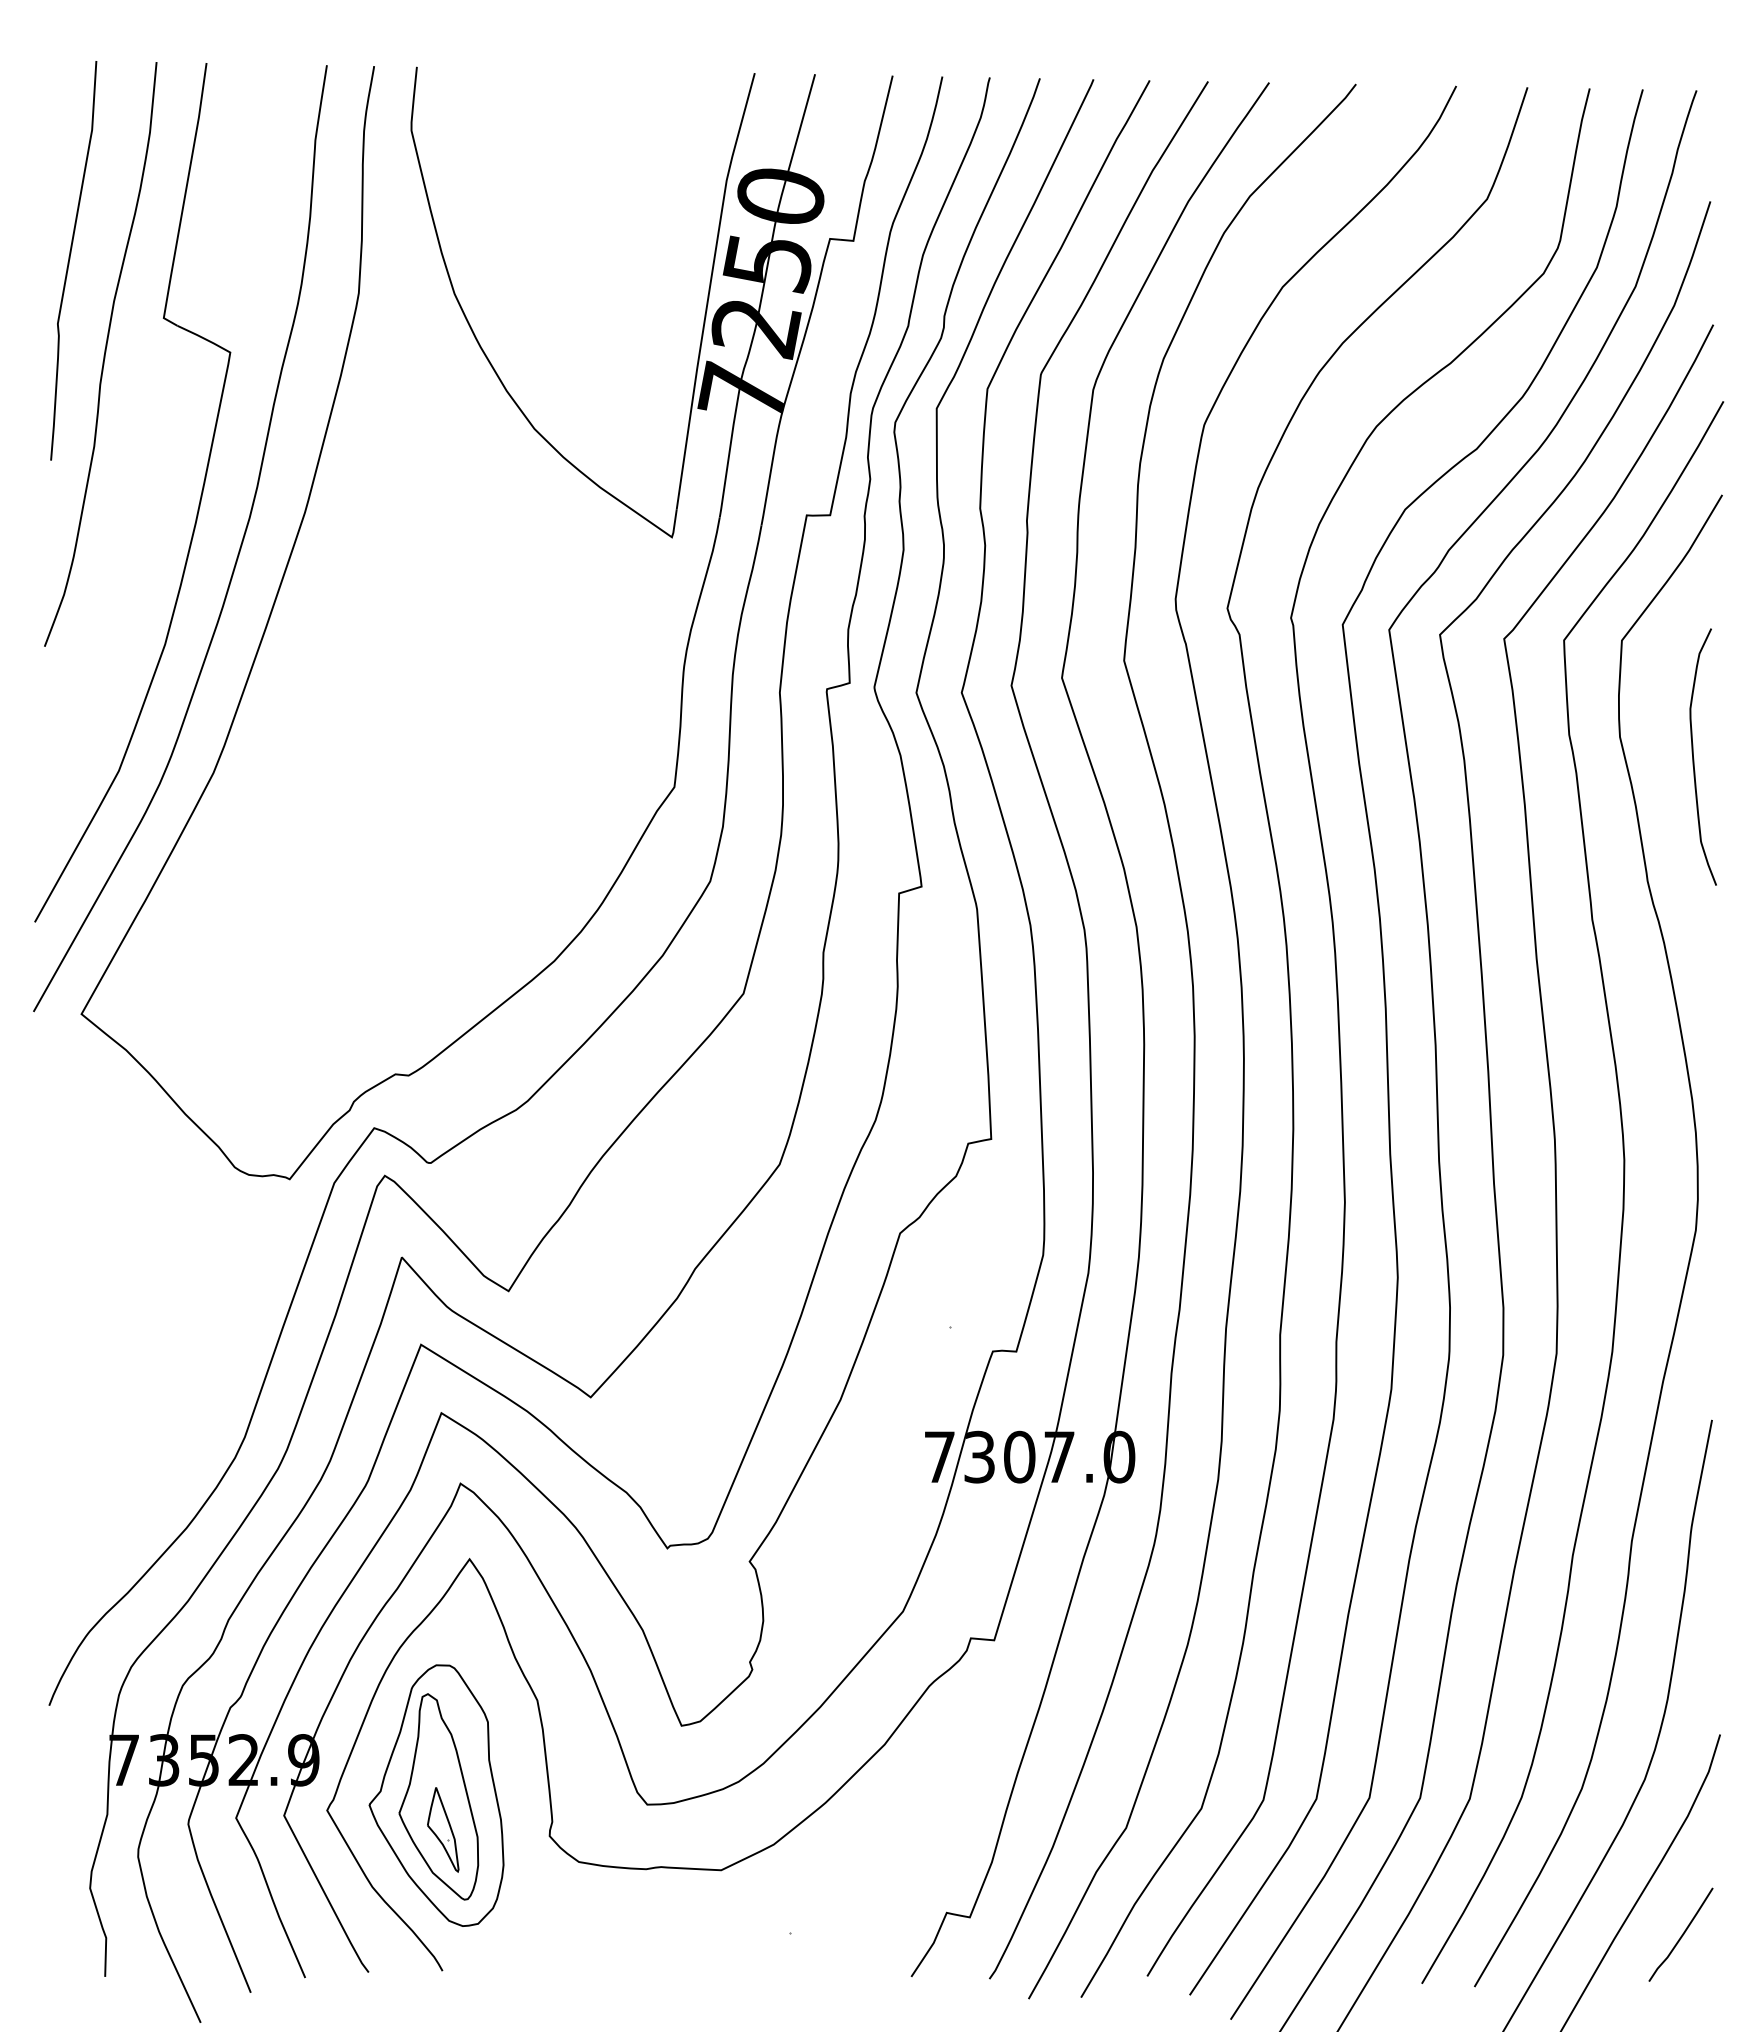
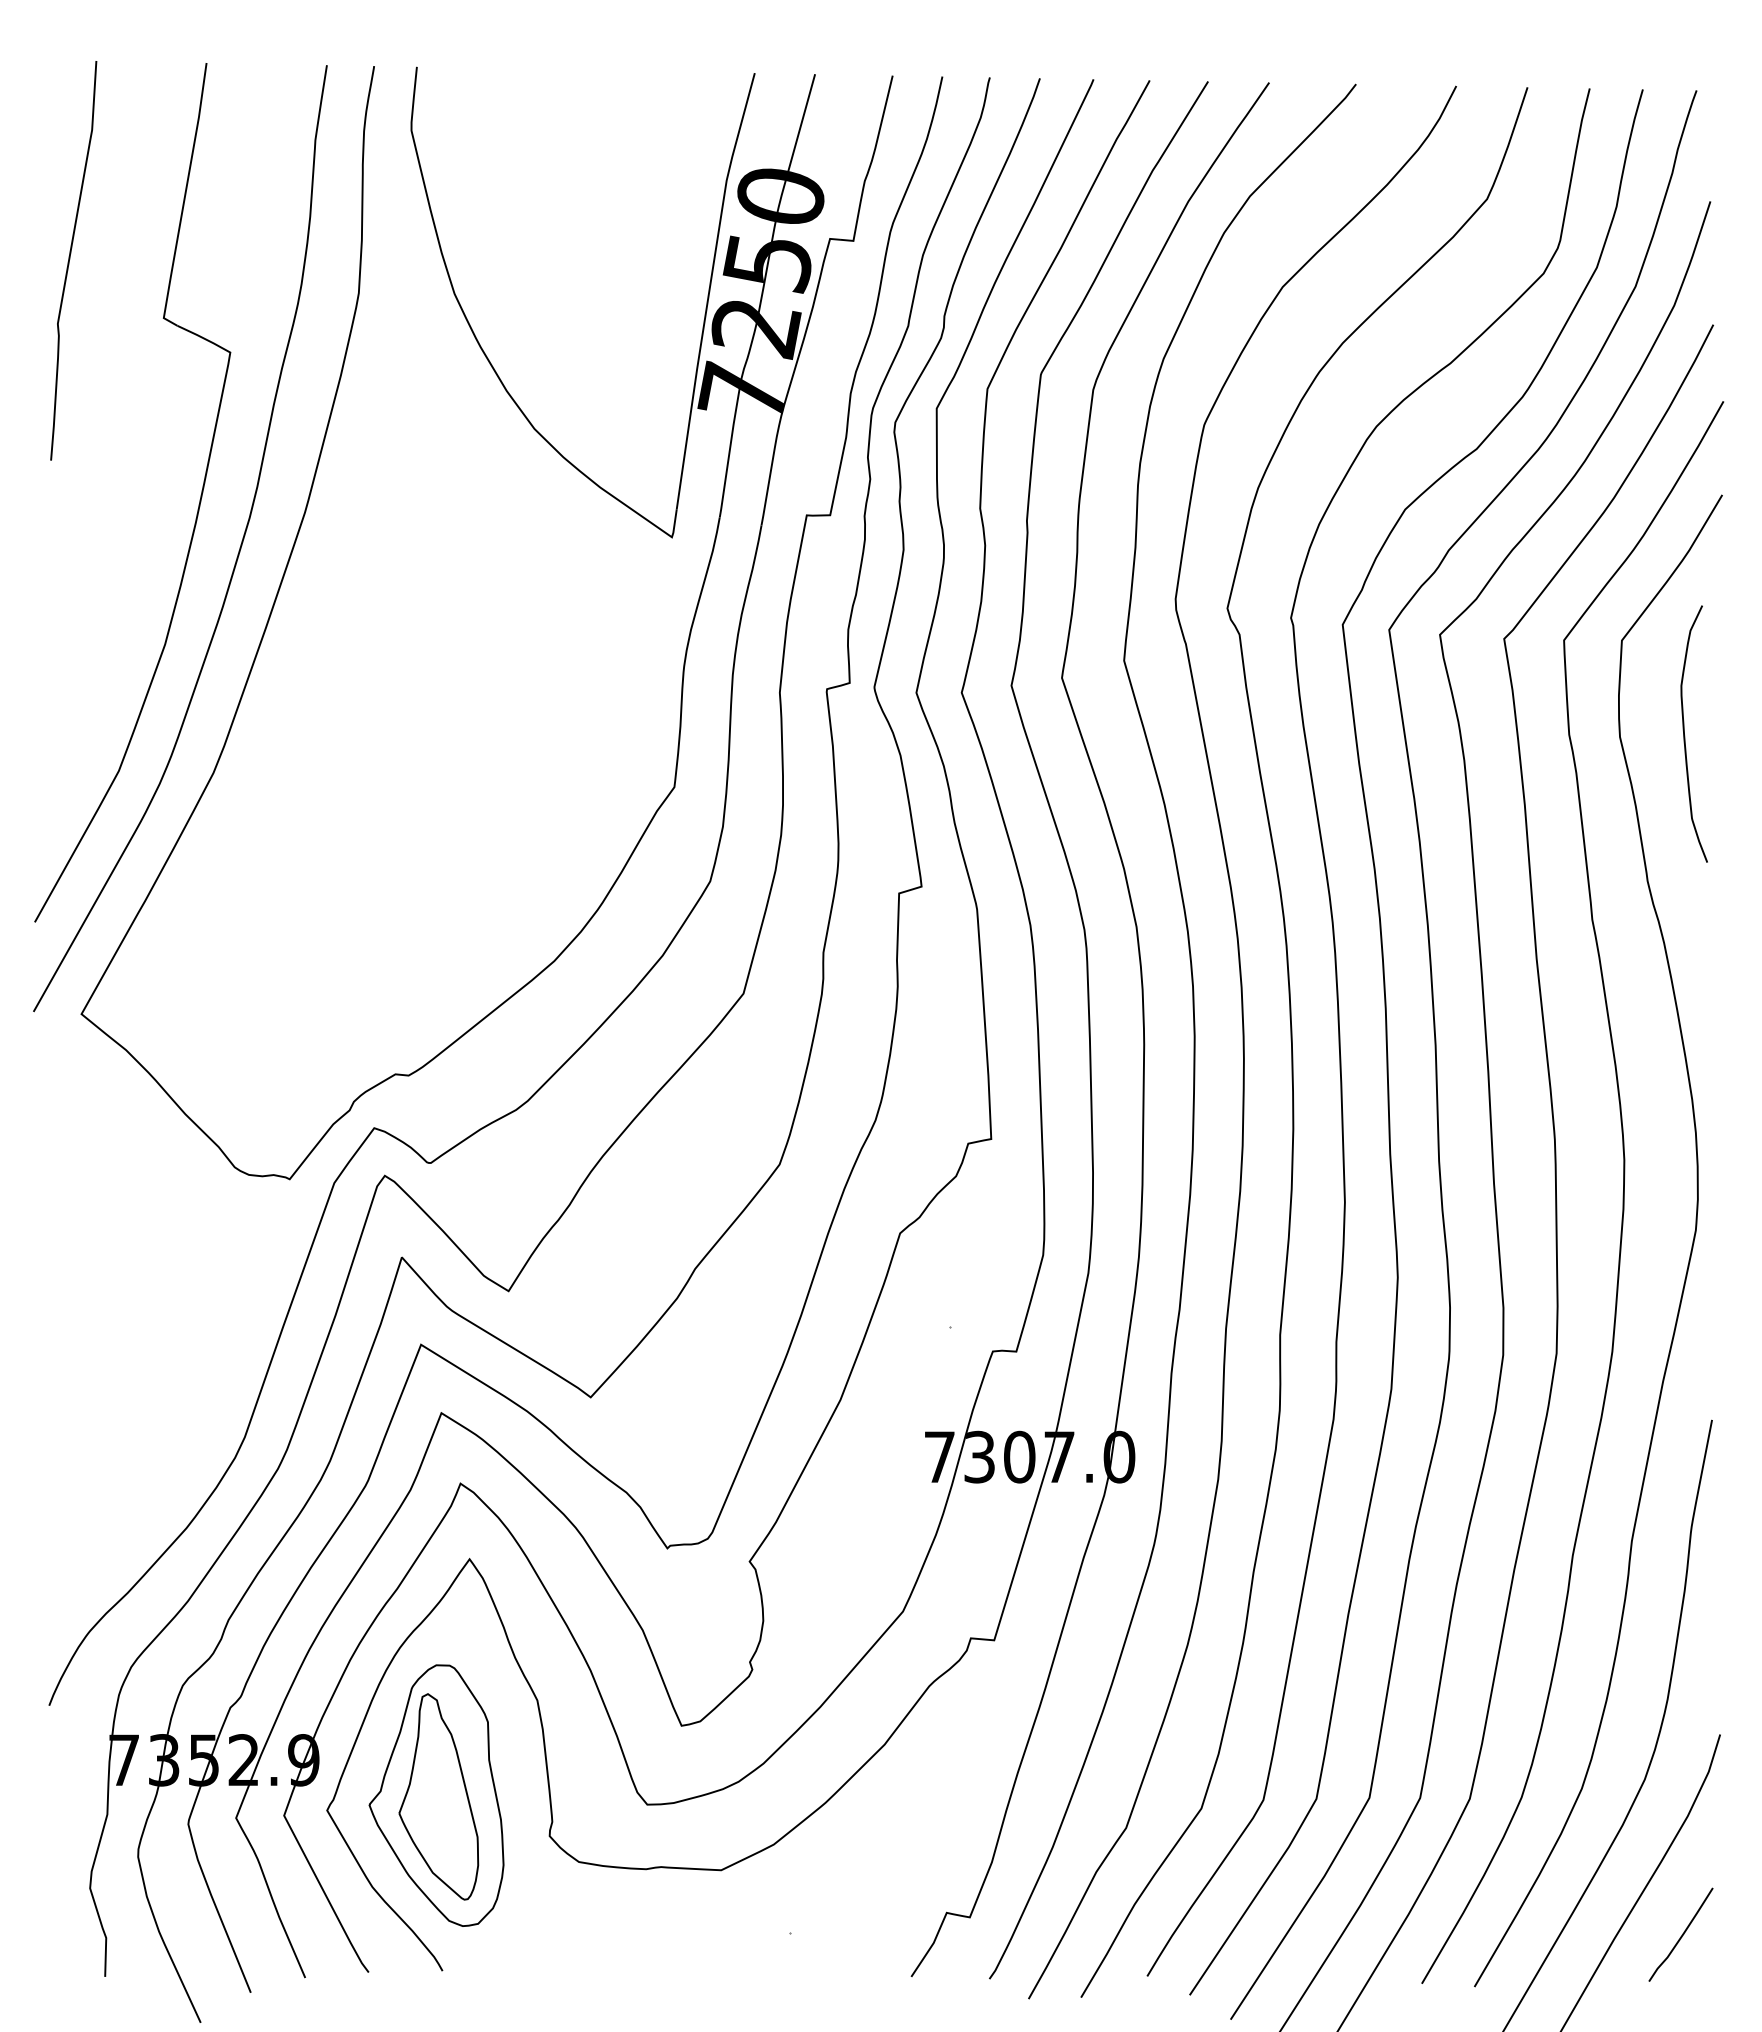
curve at (103, 355): present -> none
curve at (1694, 758) position: (1694, 758) -> (1685, 735)
part at (443, 1829): present -> none
